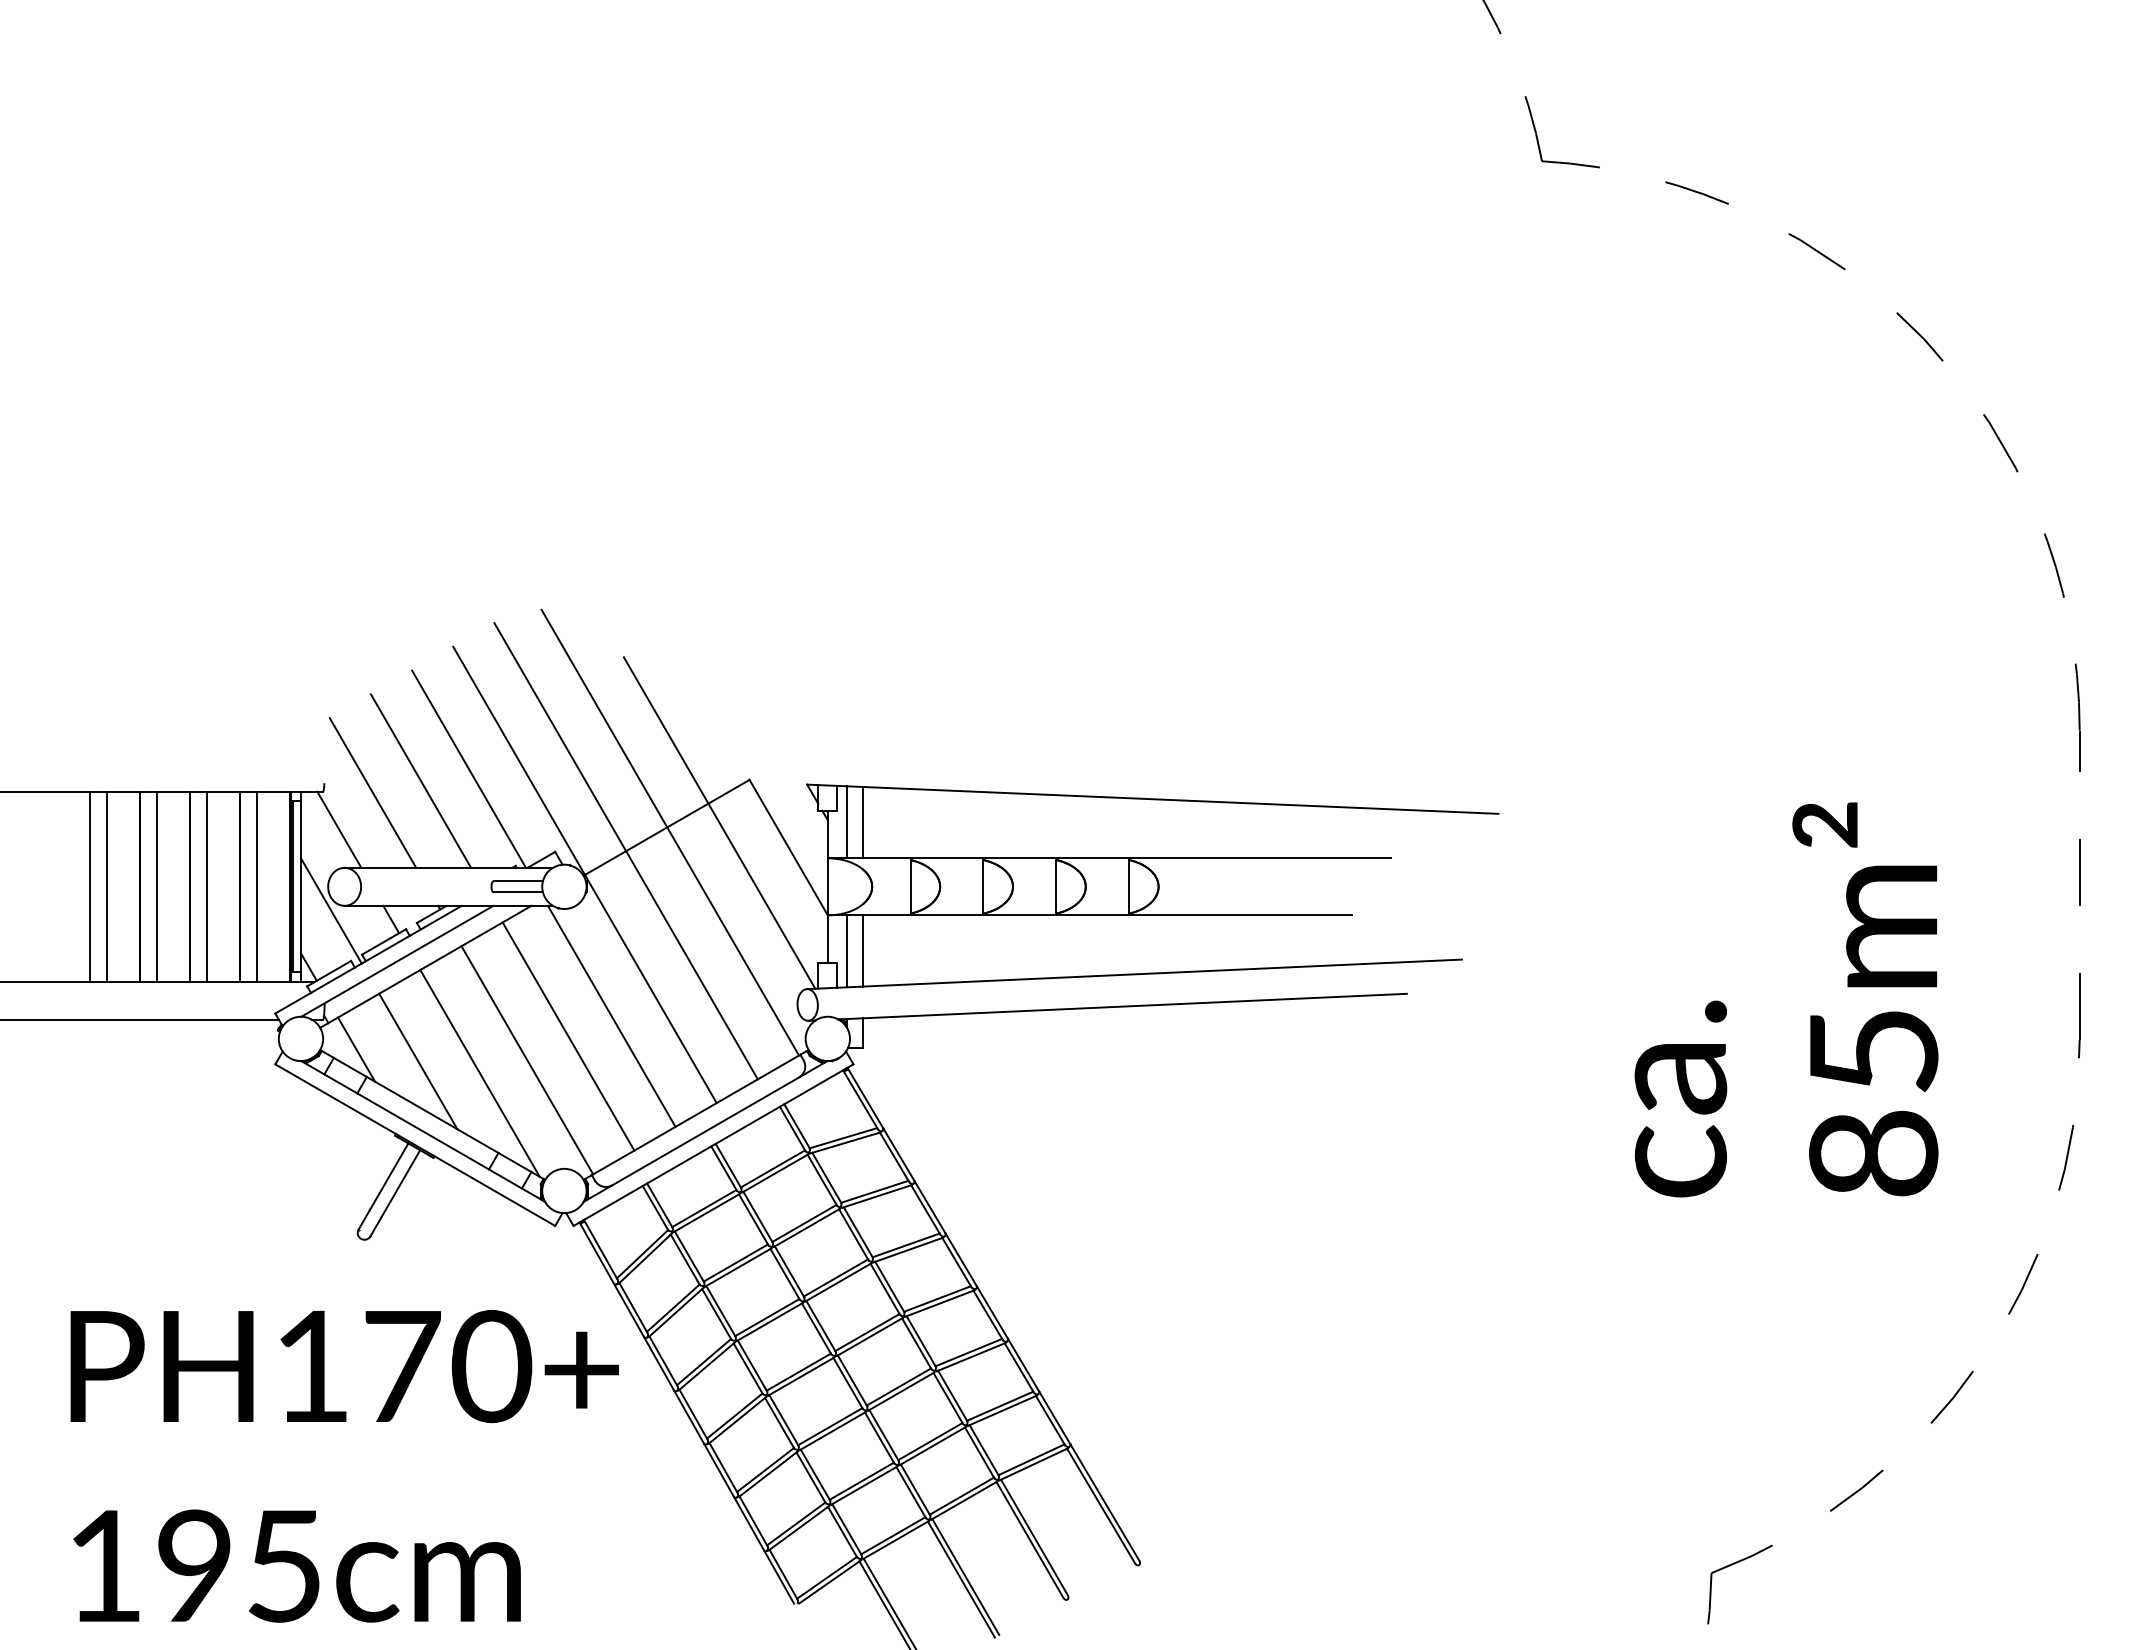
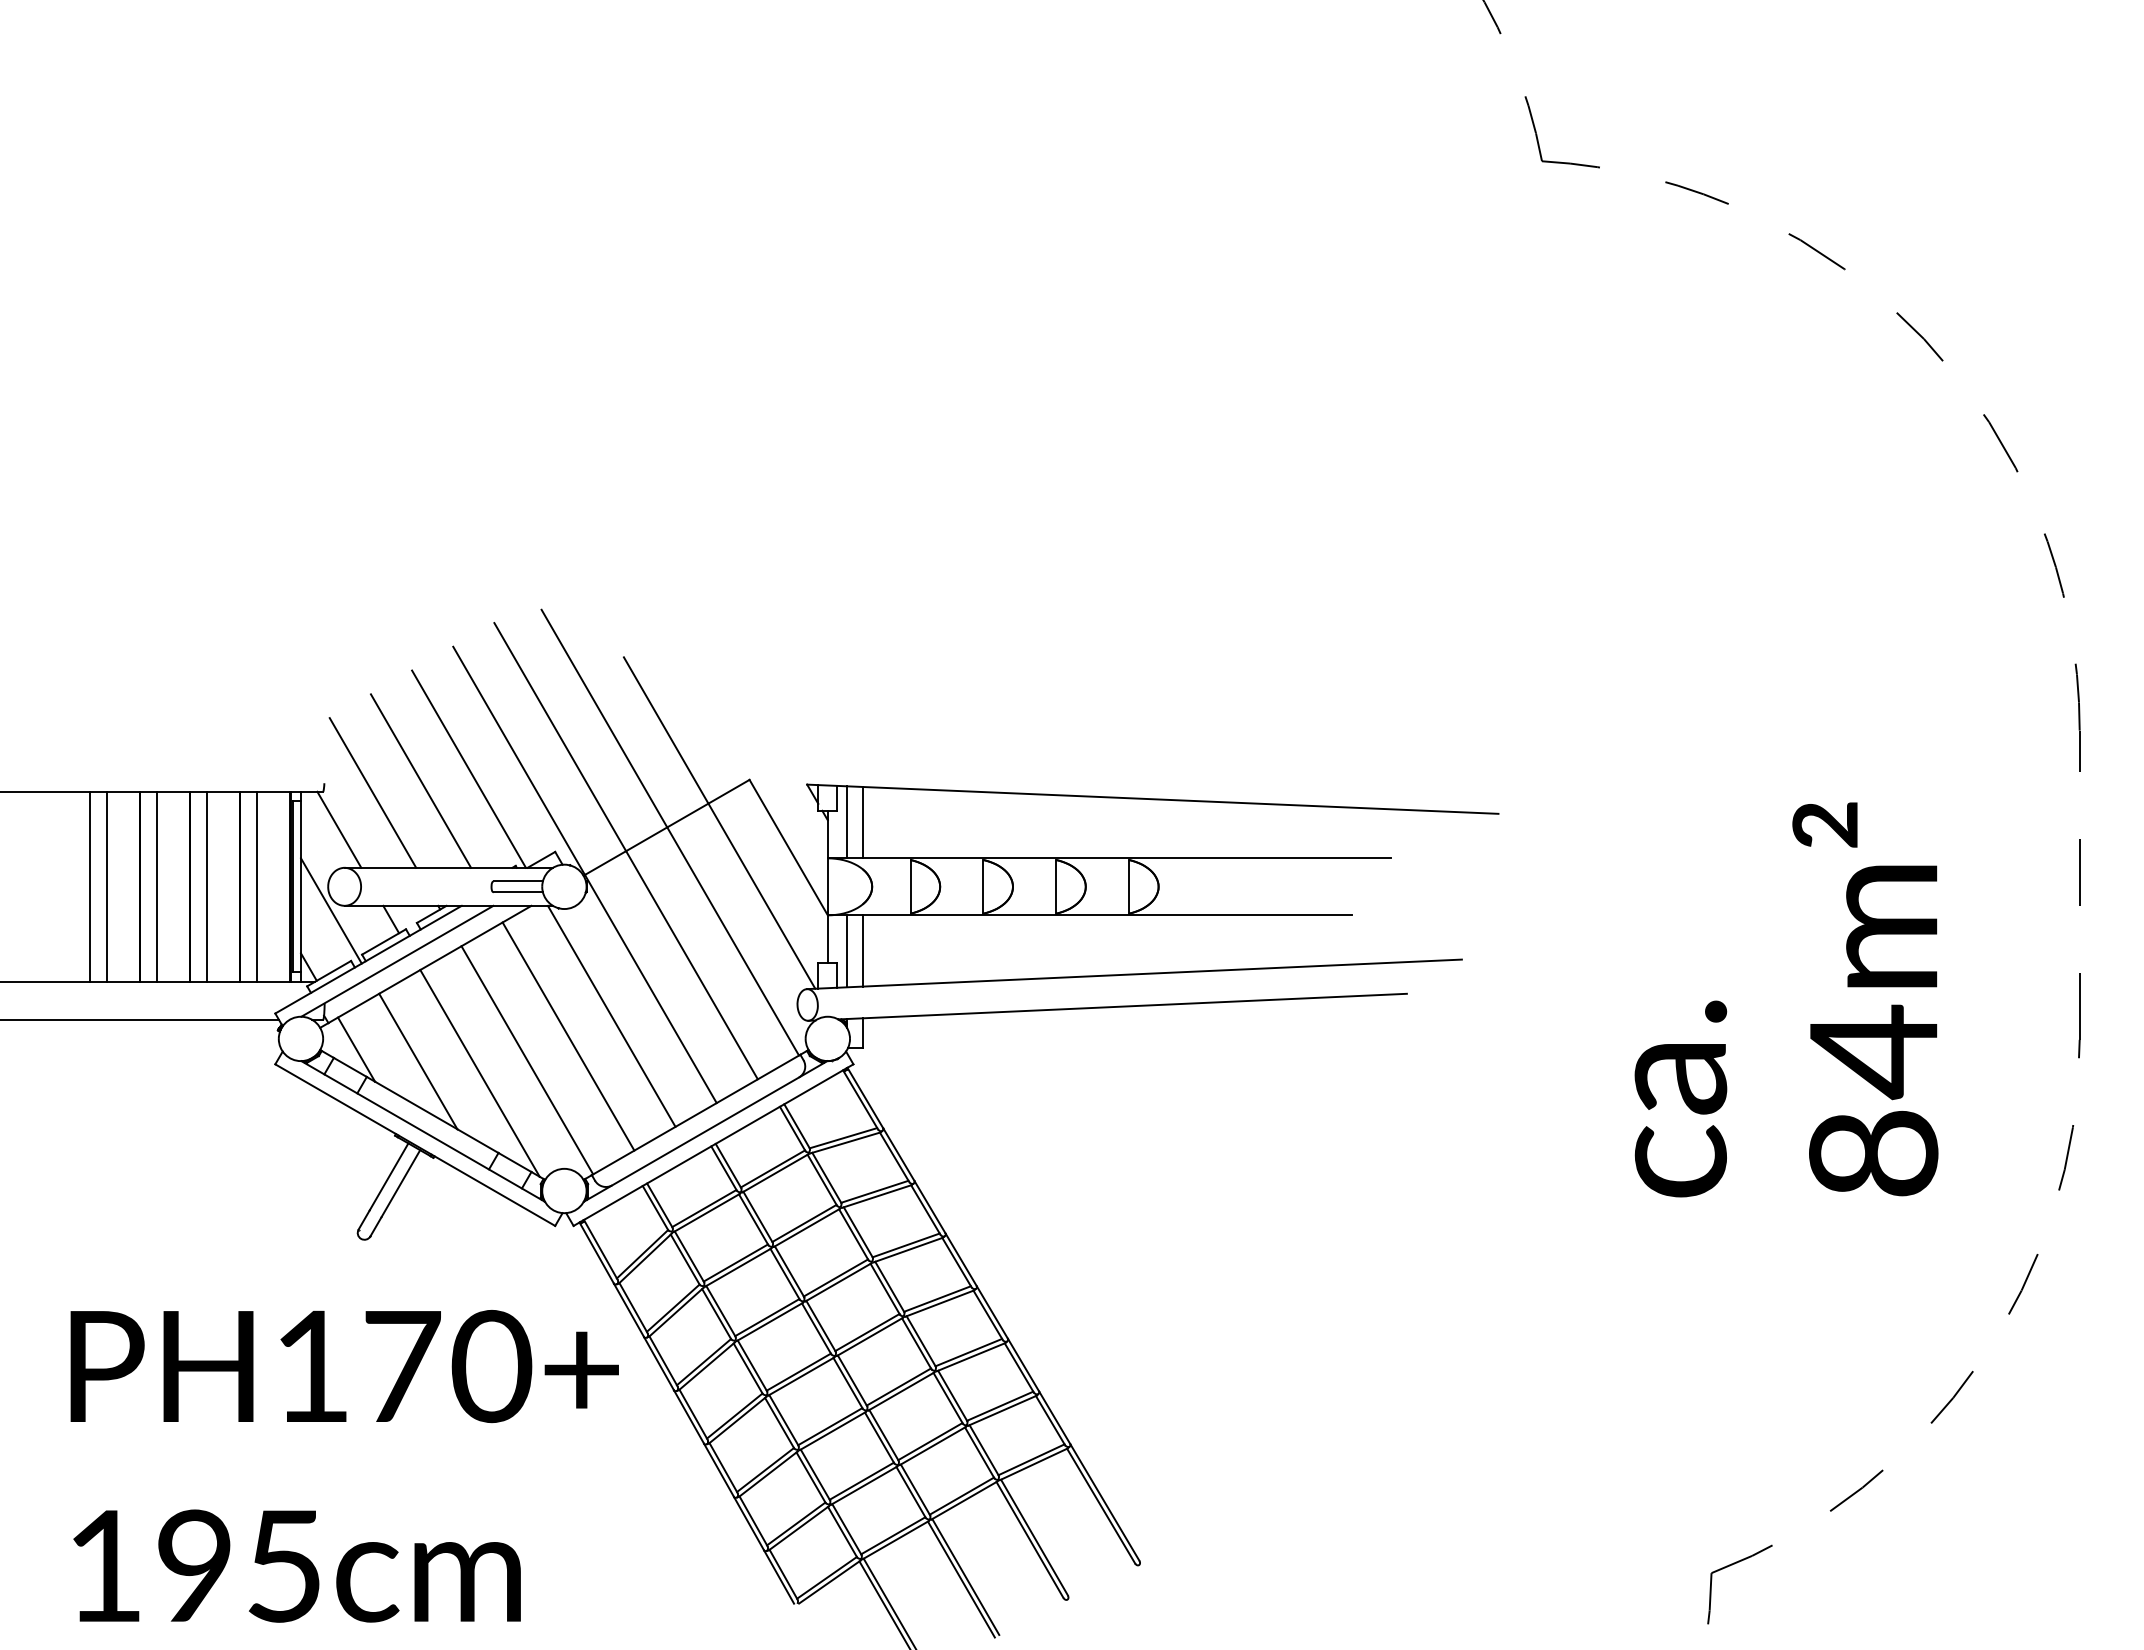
text at (1874, 1052): 85m² -> 84m²
